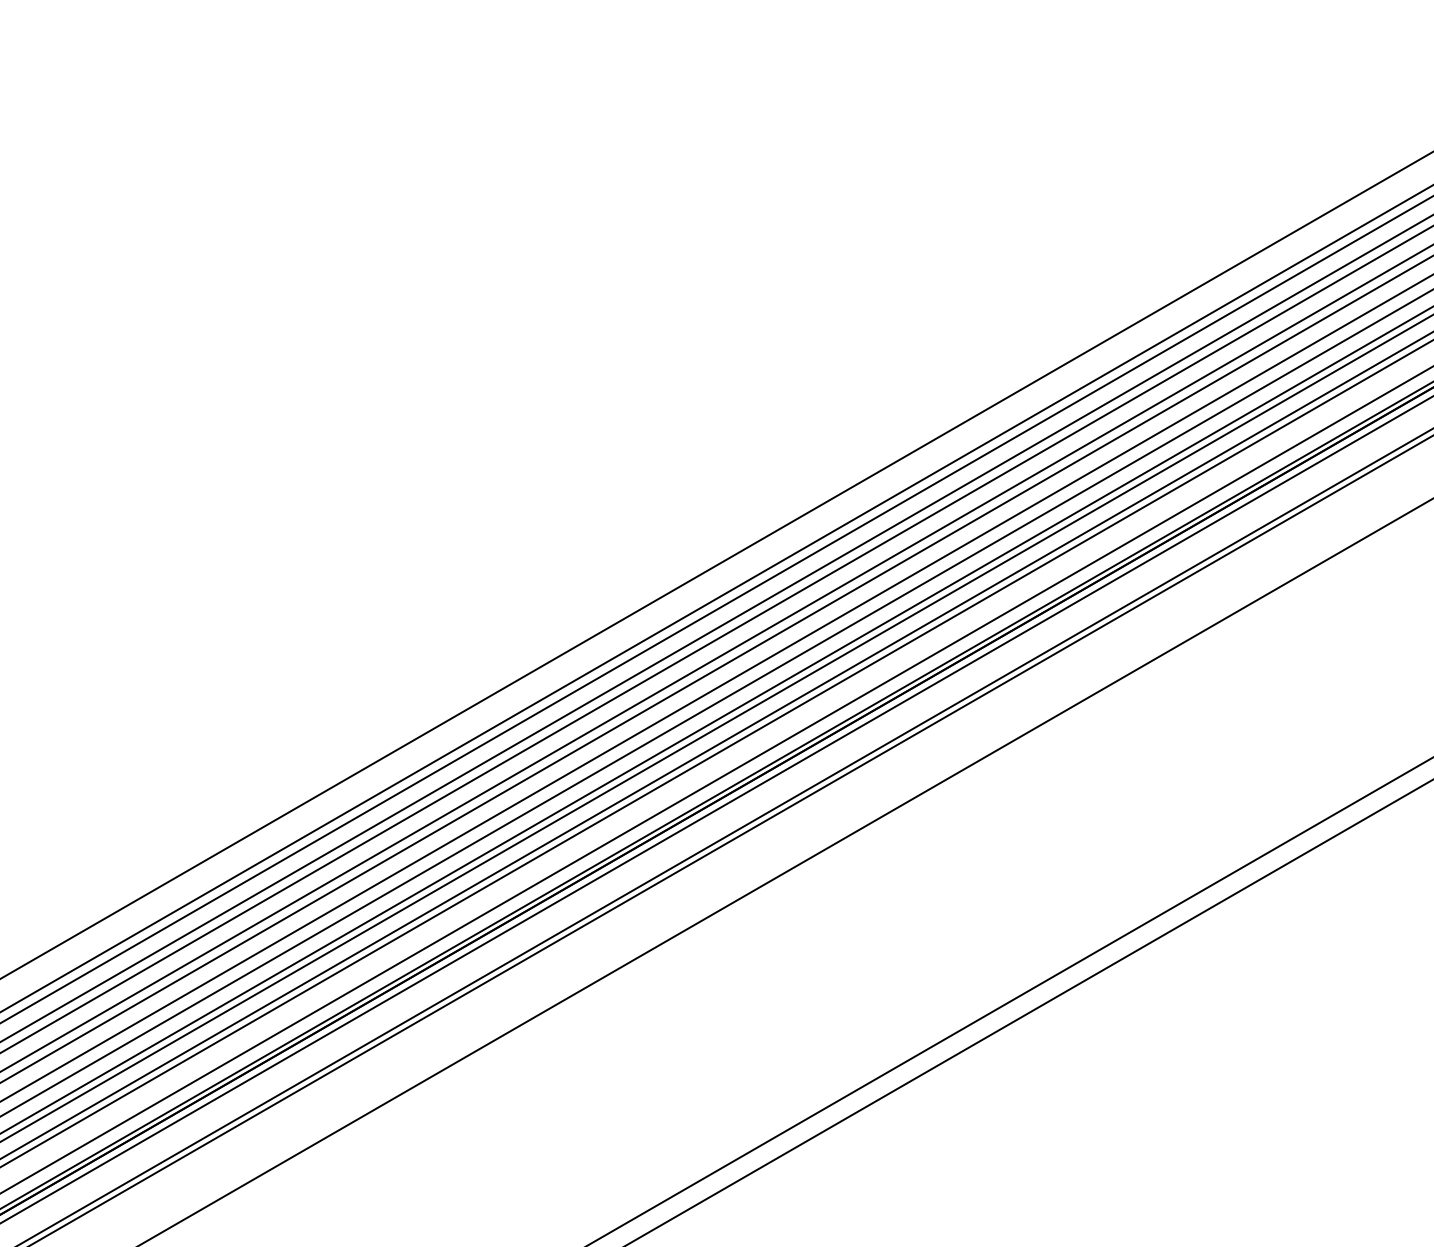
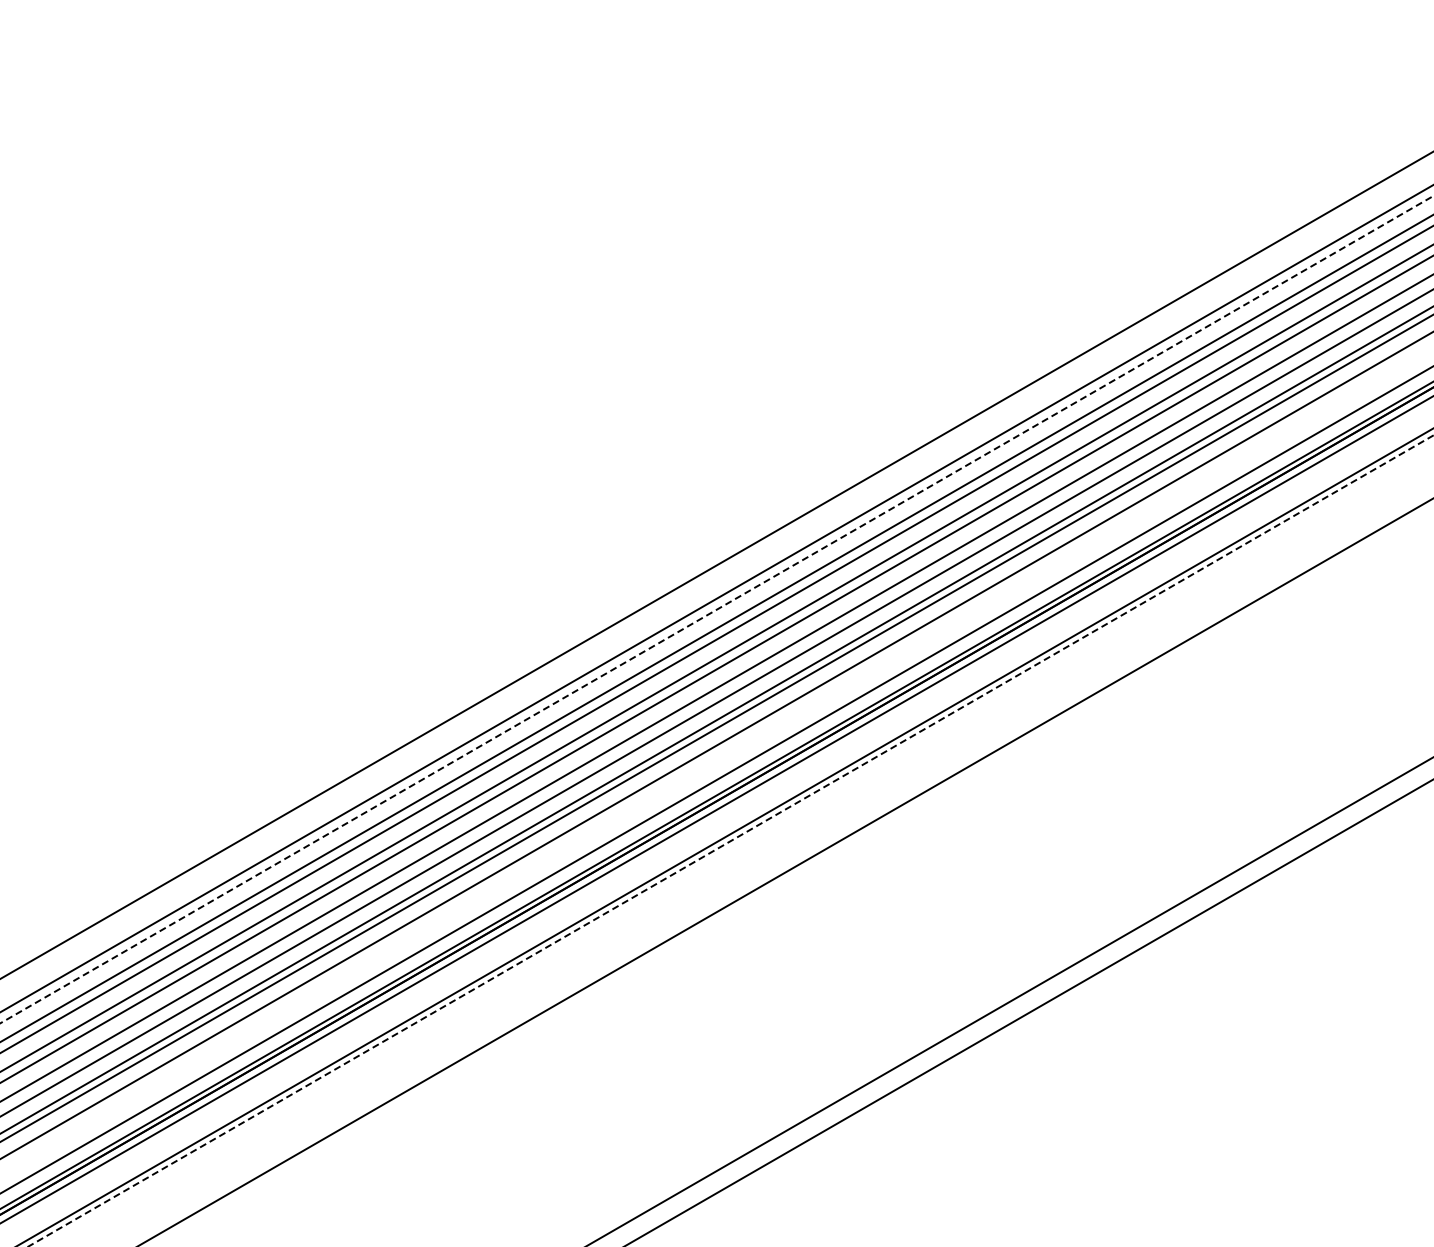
line at (716, 609): solid -> dashed
line at (716, 753): present -> none
line at (730, 841): solid -> dashed
